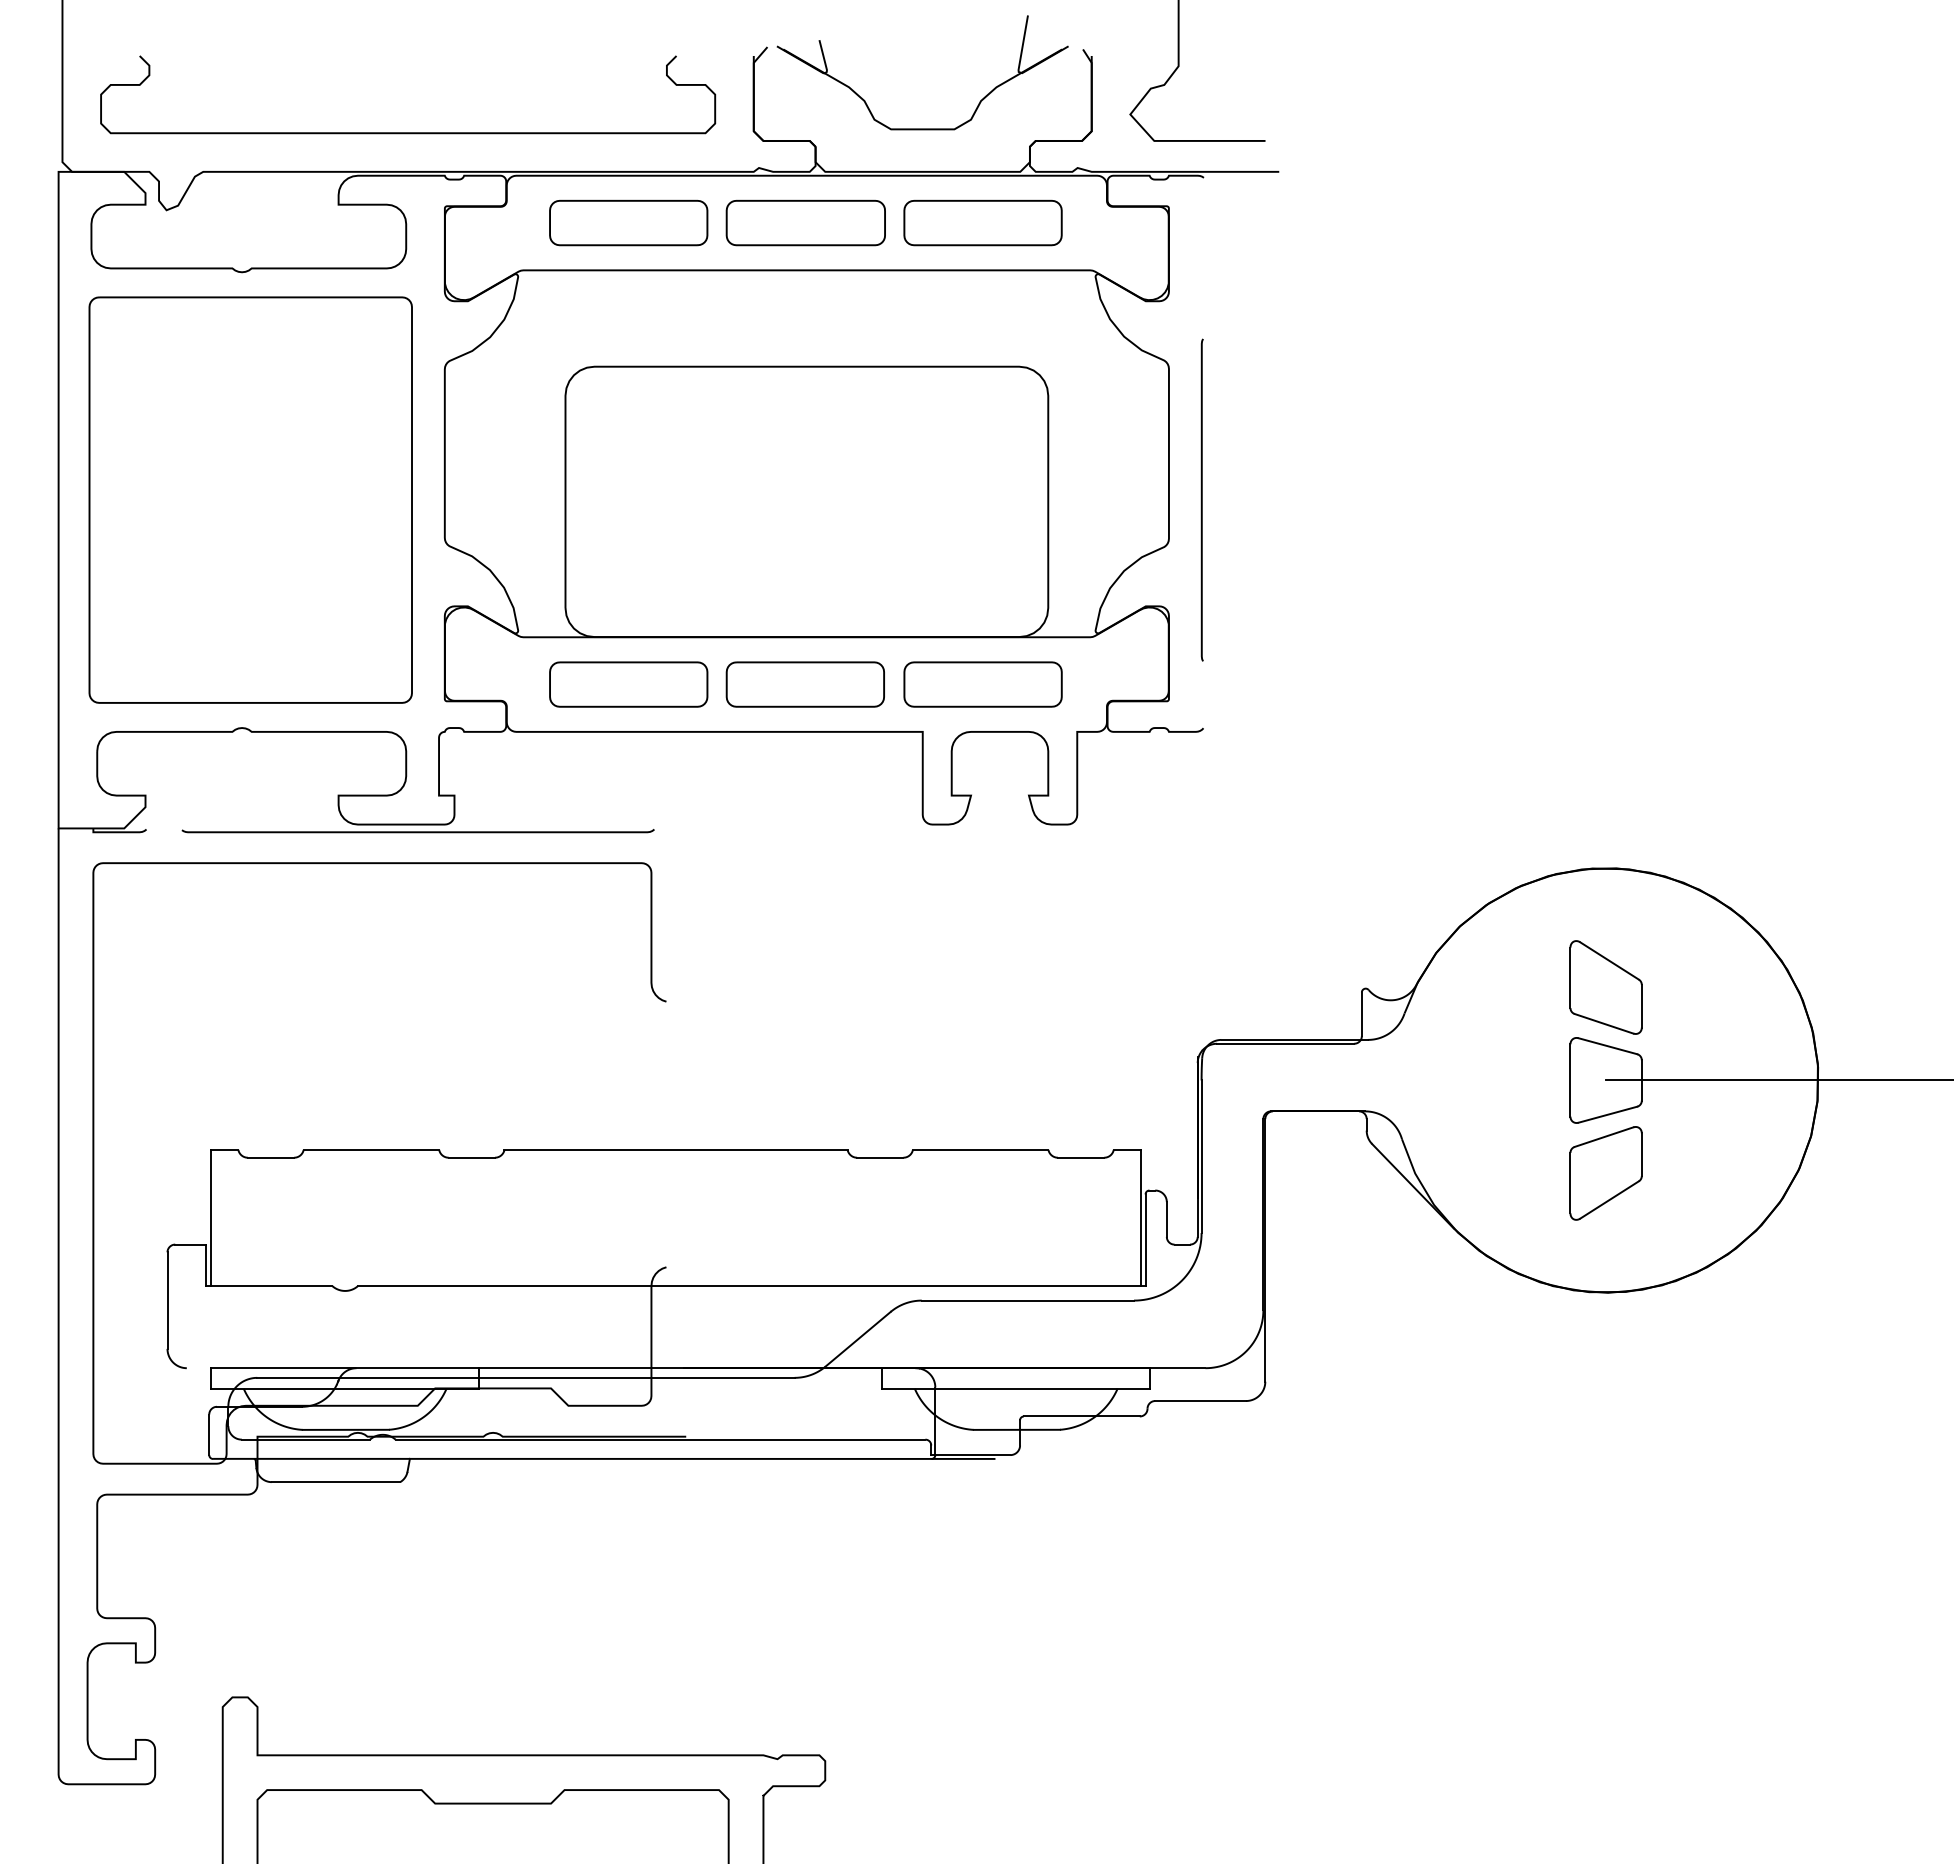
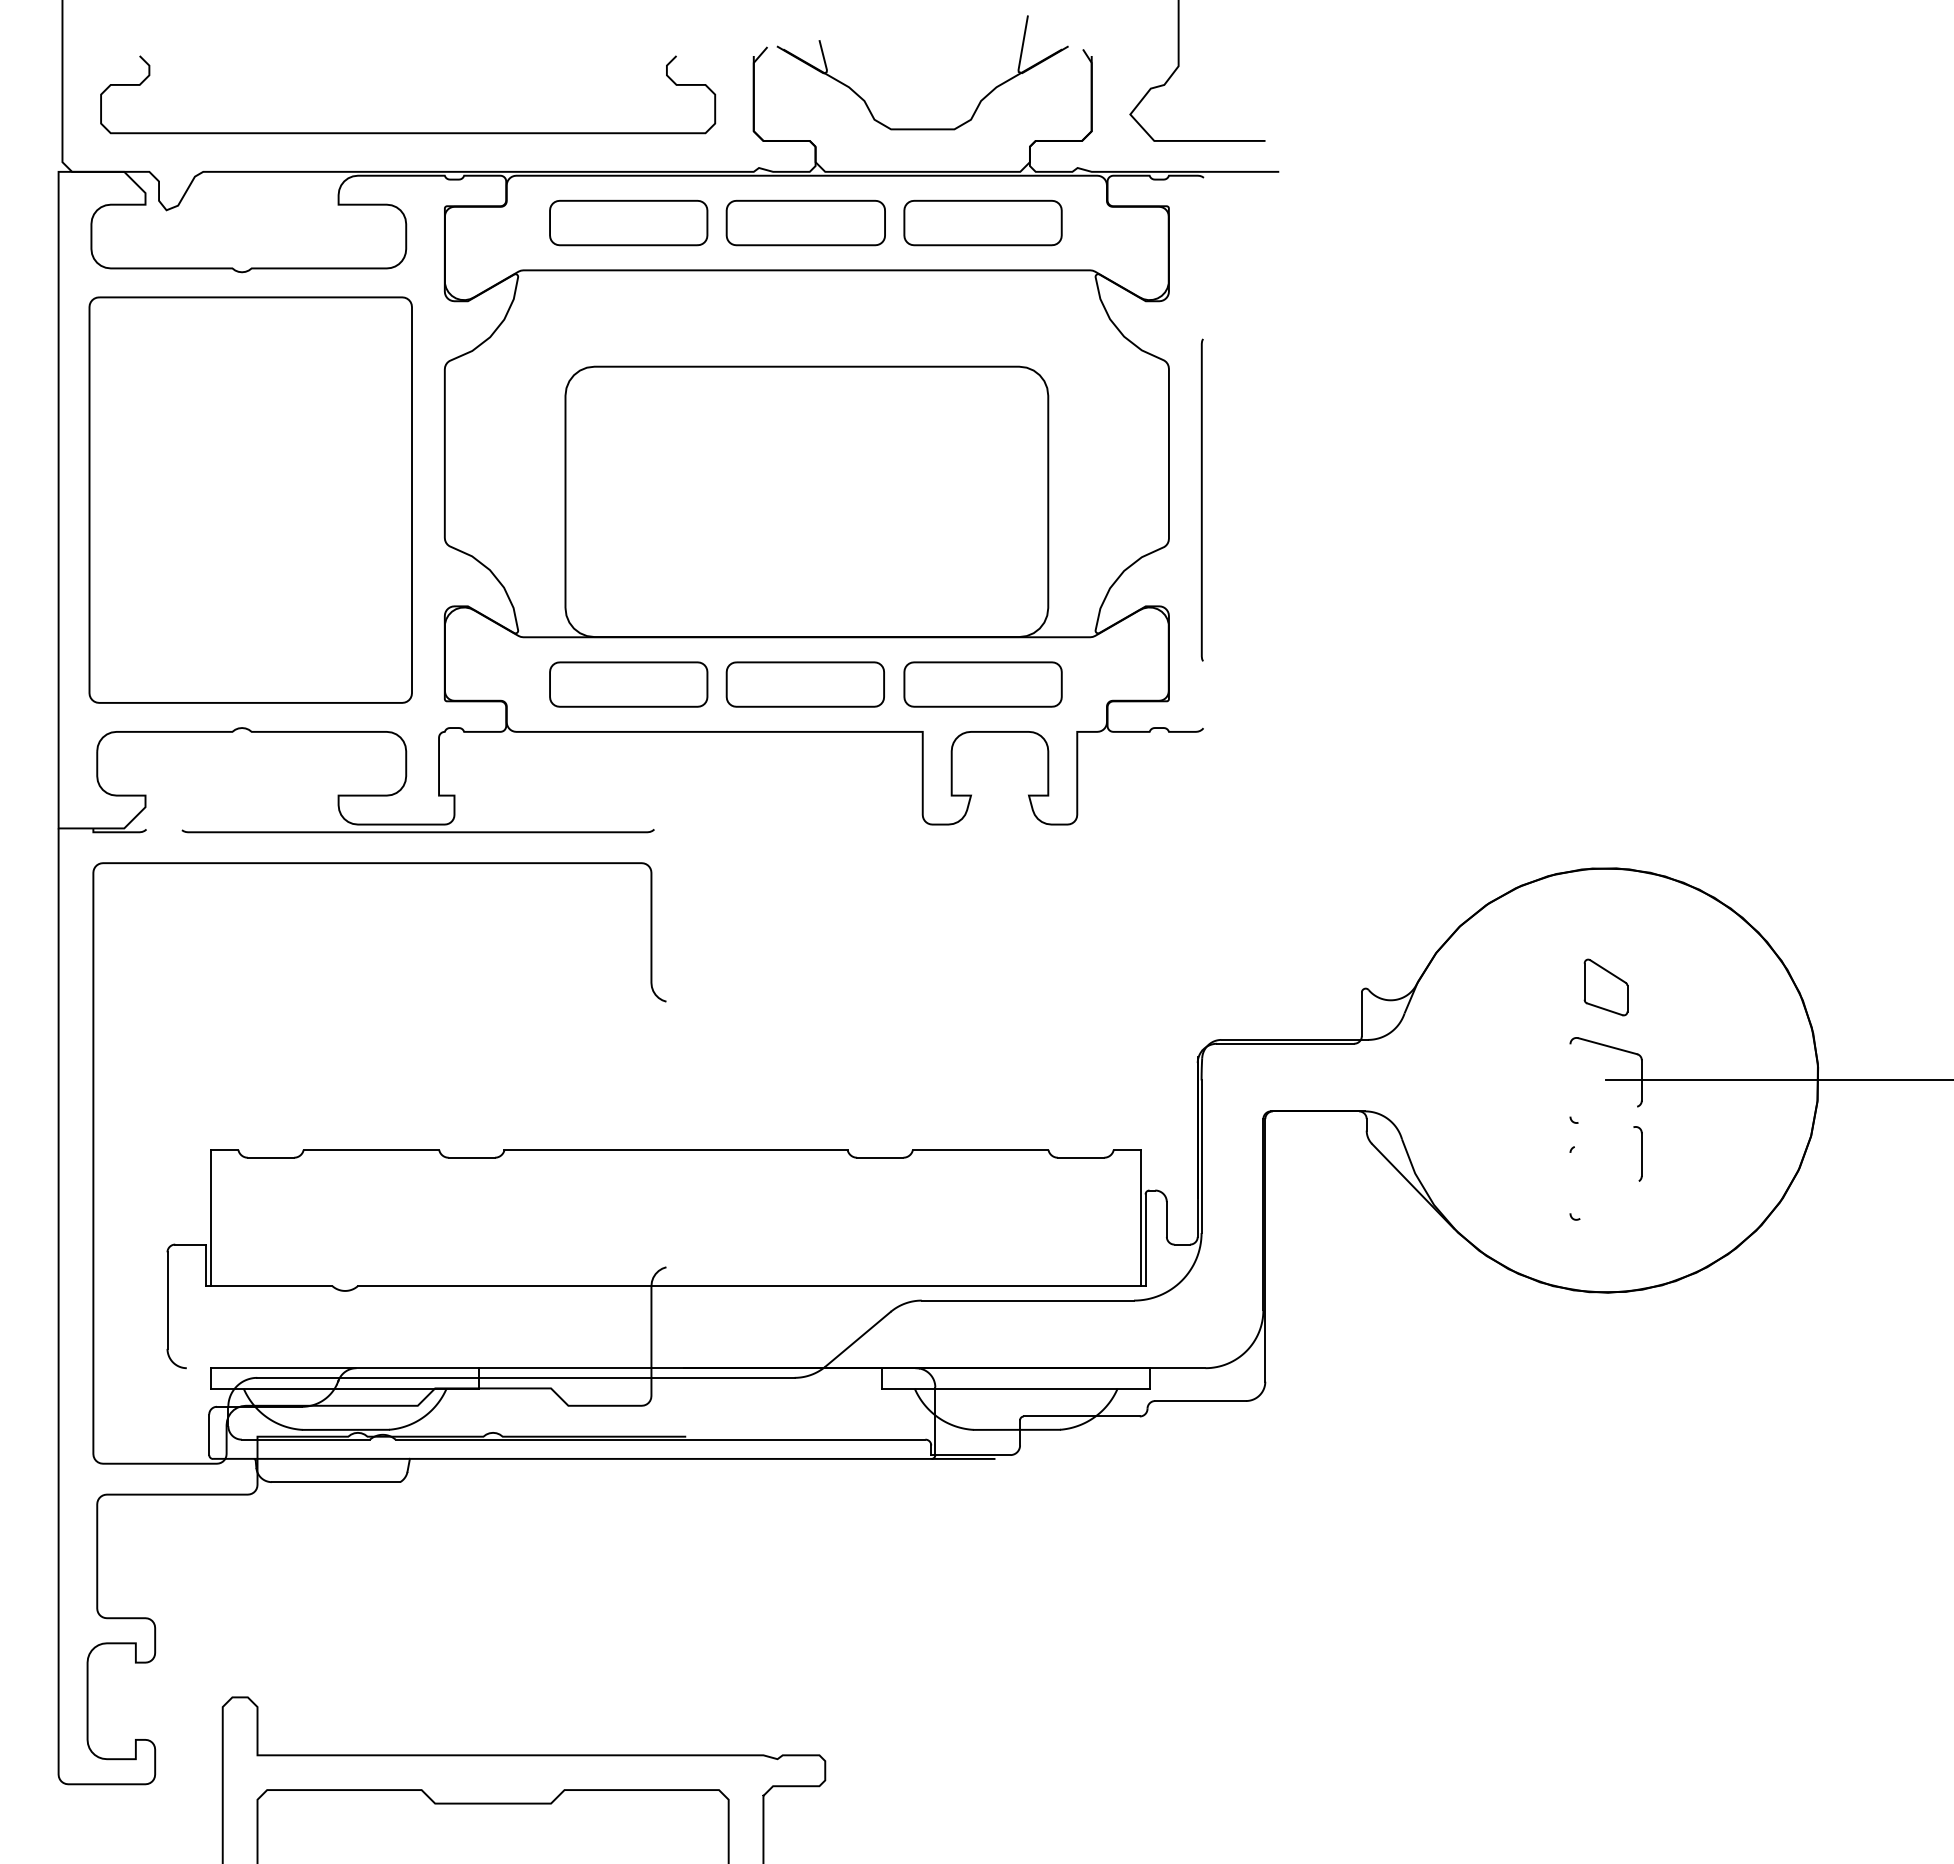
part at (1605, 987) size: 74x95 px -> 46x59 px
line at (1570, 1080): present -> none
line at (1607, 1114): present -> none
line at (1603, 1136): present -> none
line at (1570, 1182): present -> none
line at (1609, 1199): present -> none
